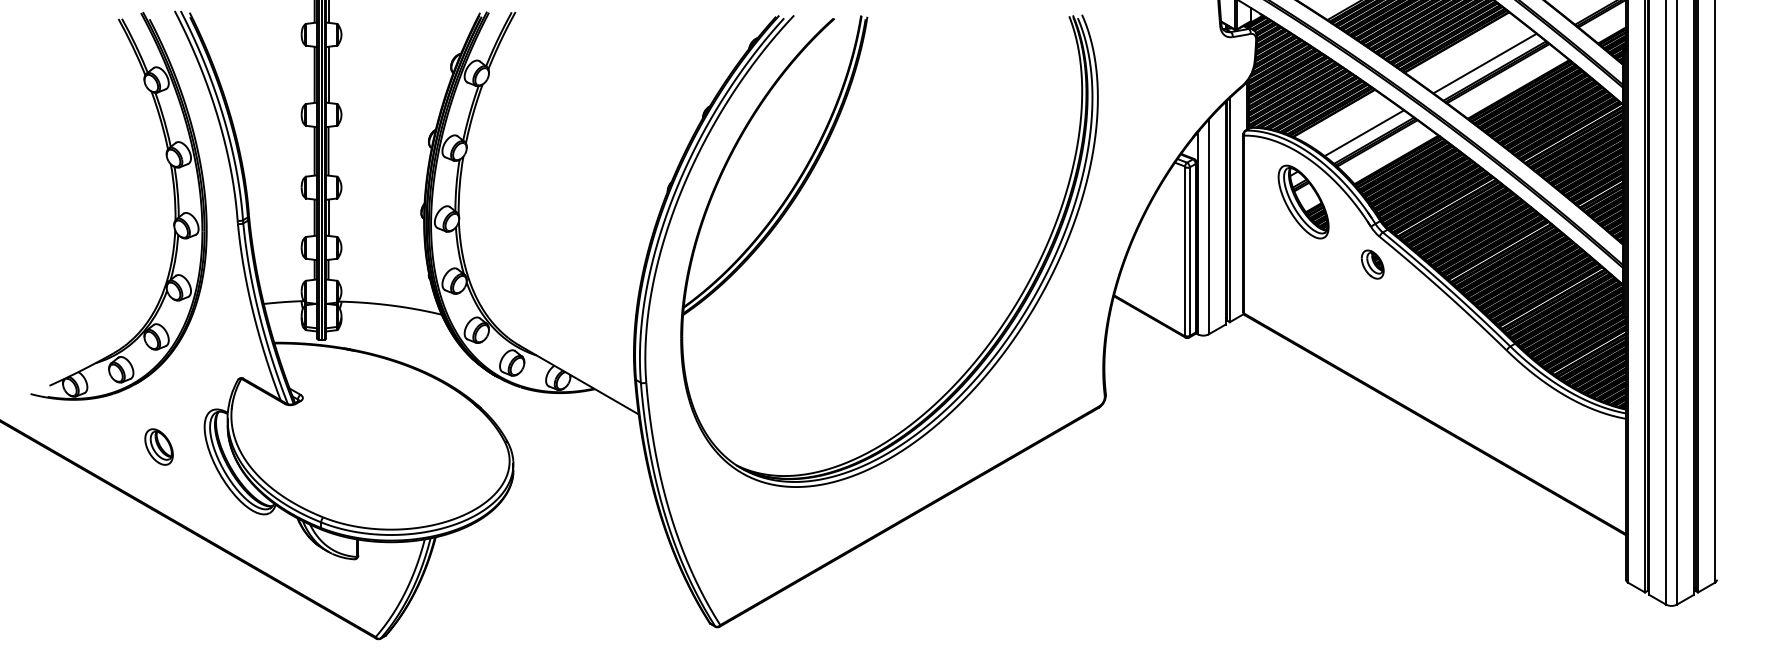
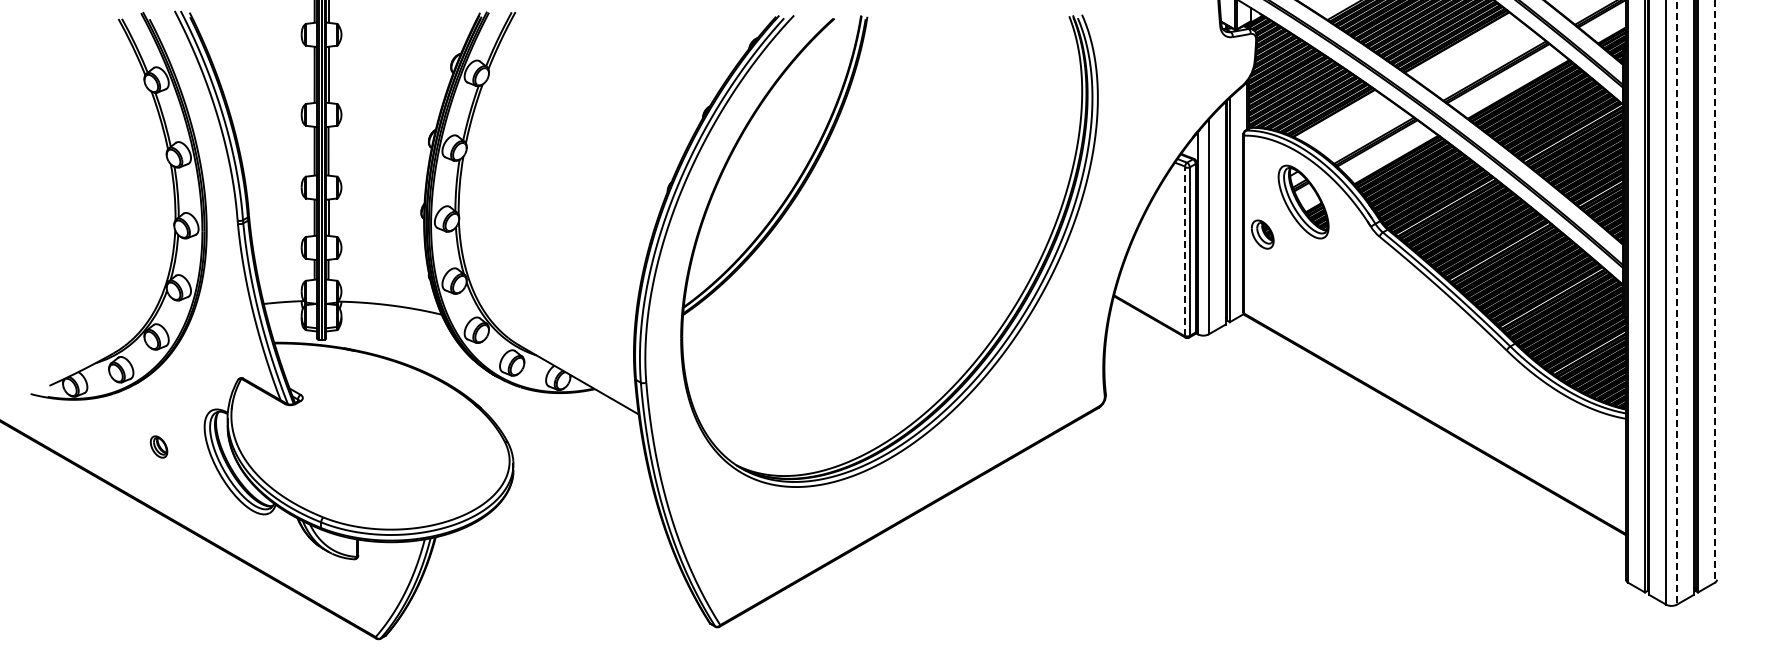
line at (1484, 63): present -> none
line at (1363, 133): present -> none
line at (1185, 251): solid -> dashed
part at (1372, 264) position: (1372, 264) -> (1262, 234)
line at (1714, 291): solid -> dashed
line at (1676, 302): solid -> dashed
part at (158, 446) size: 30x38 px -> 20x24 px
